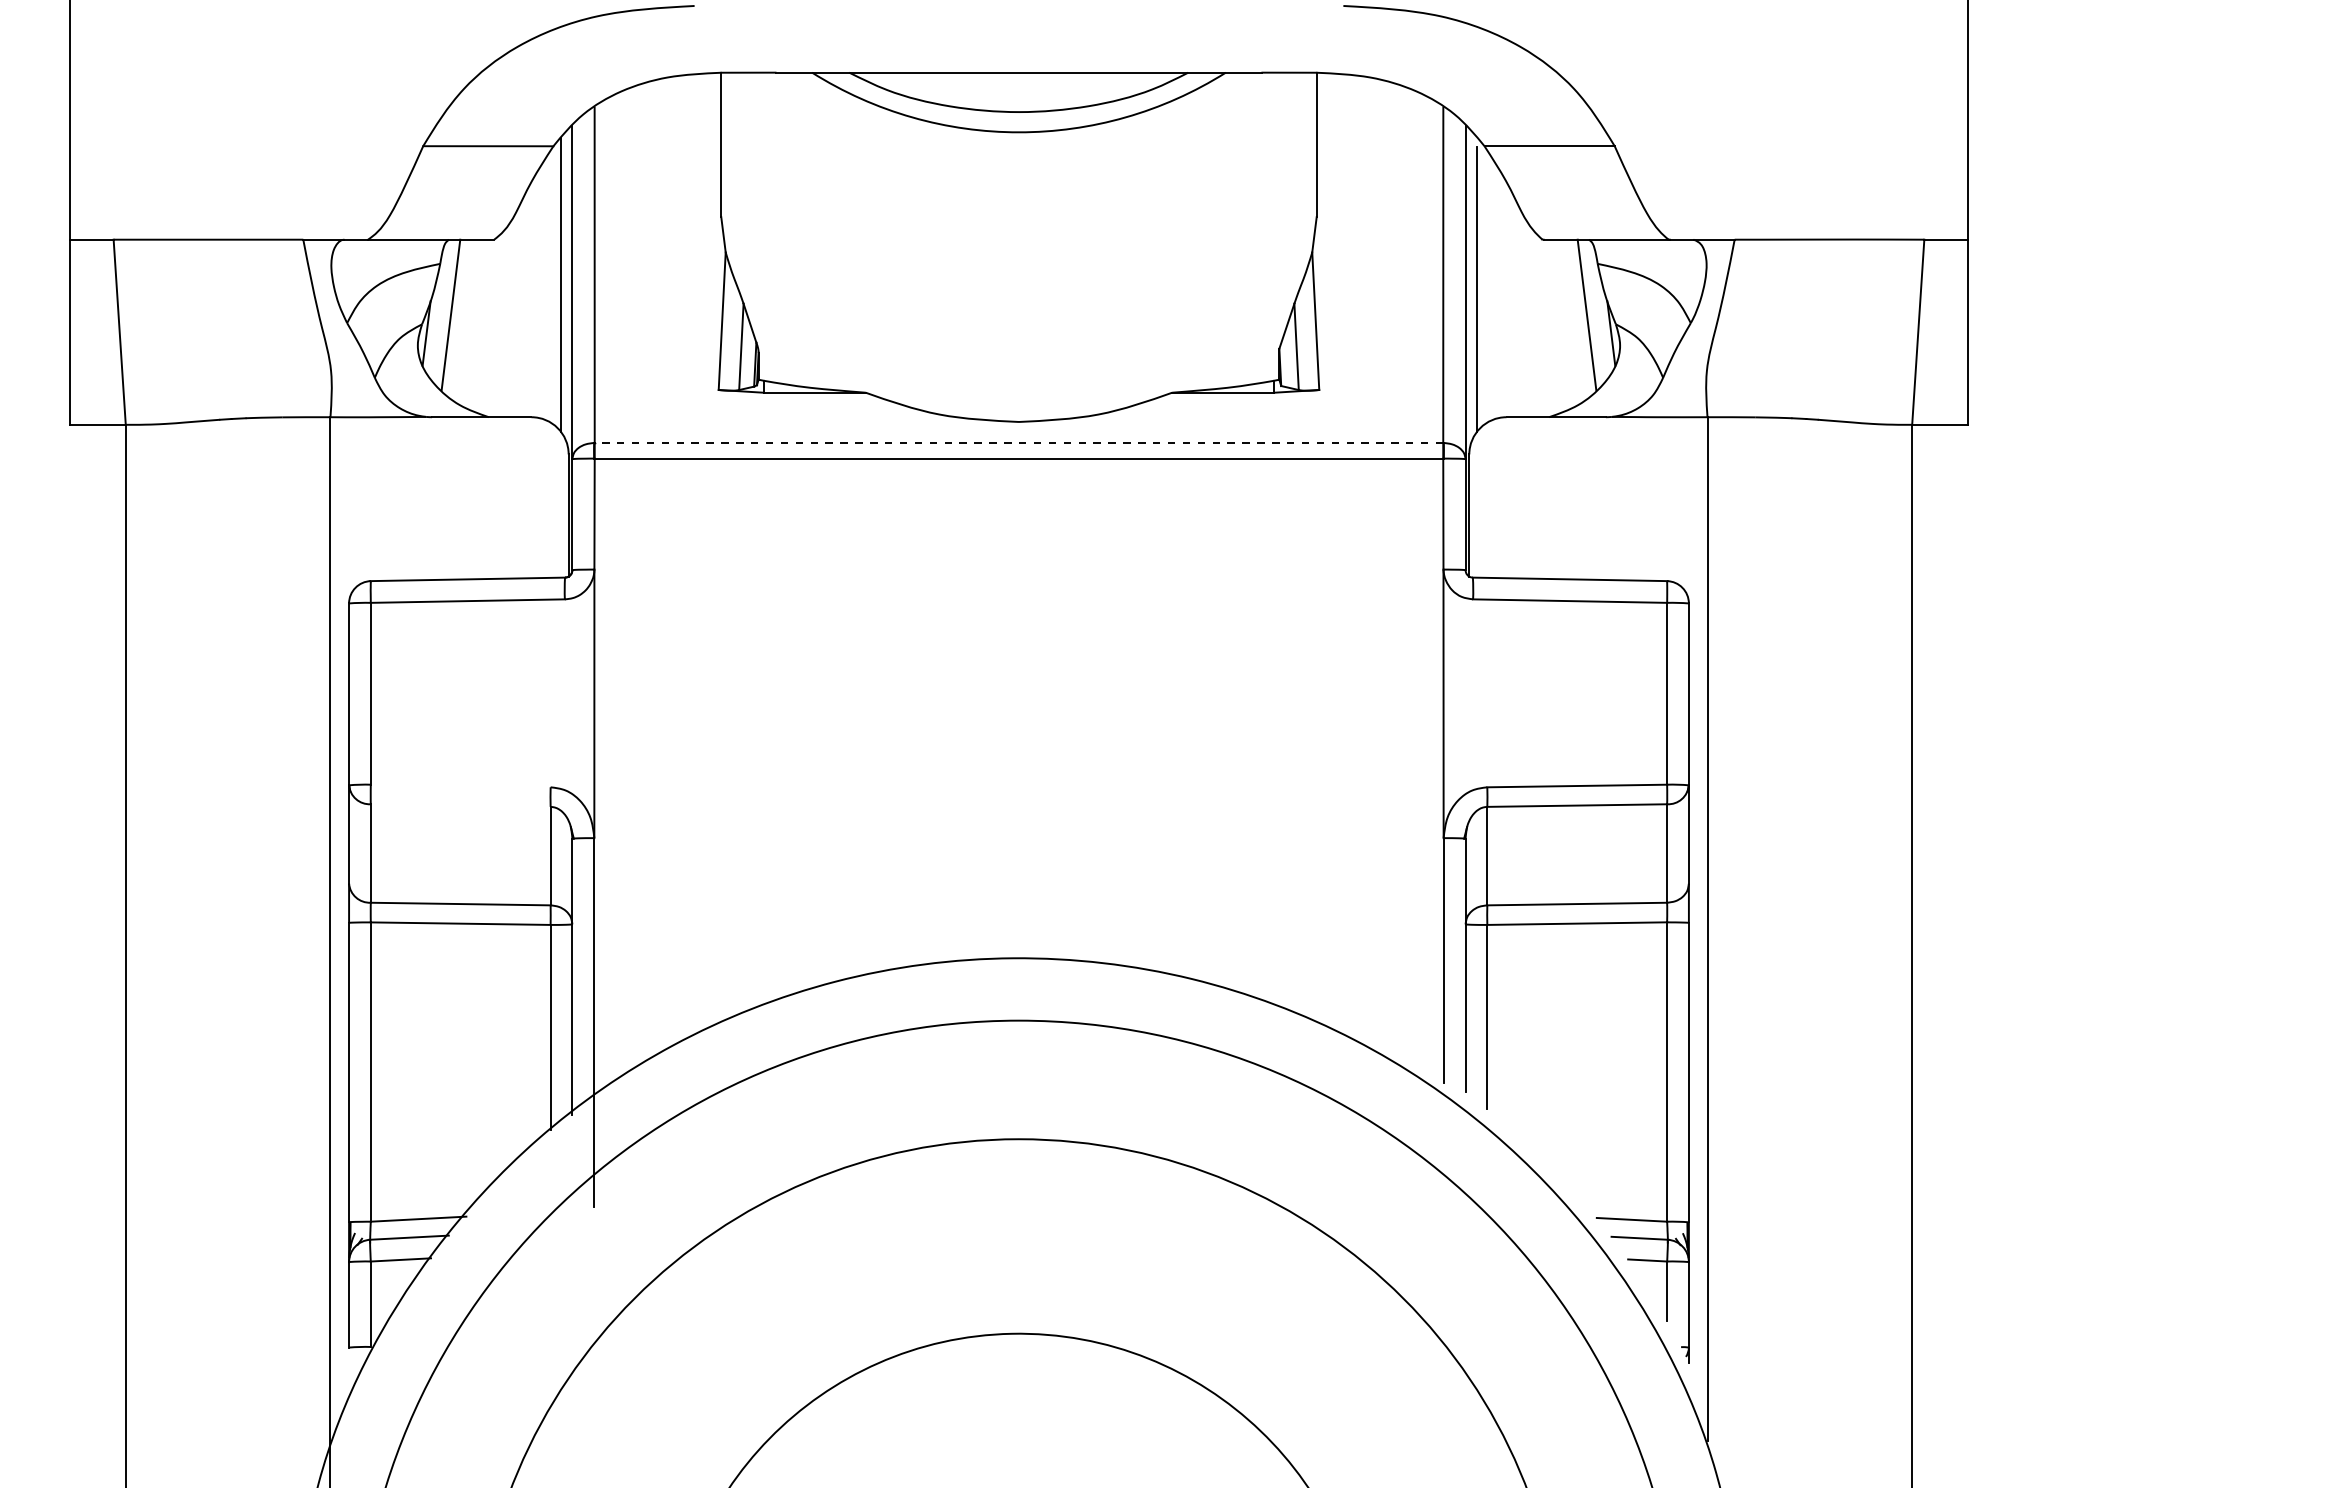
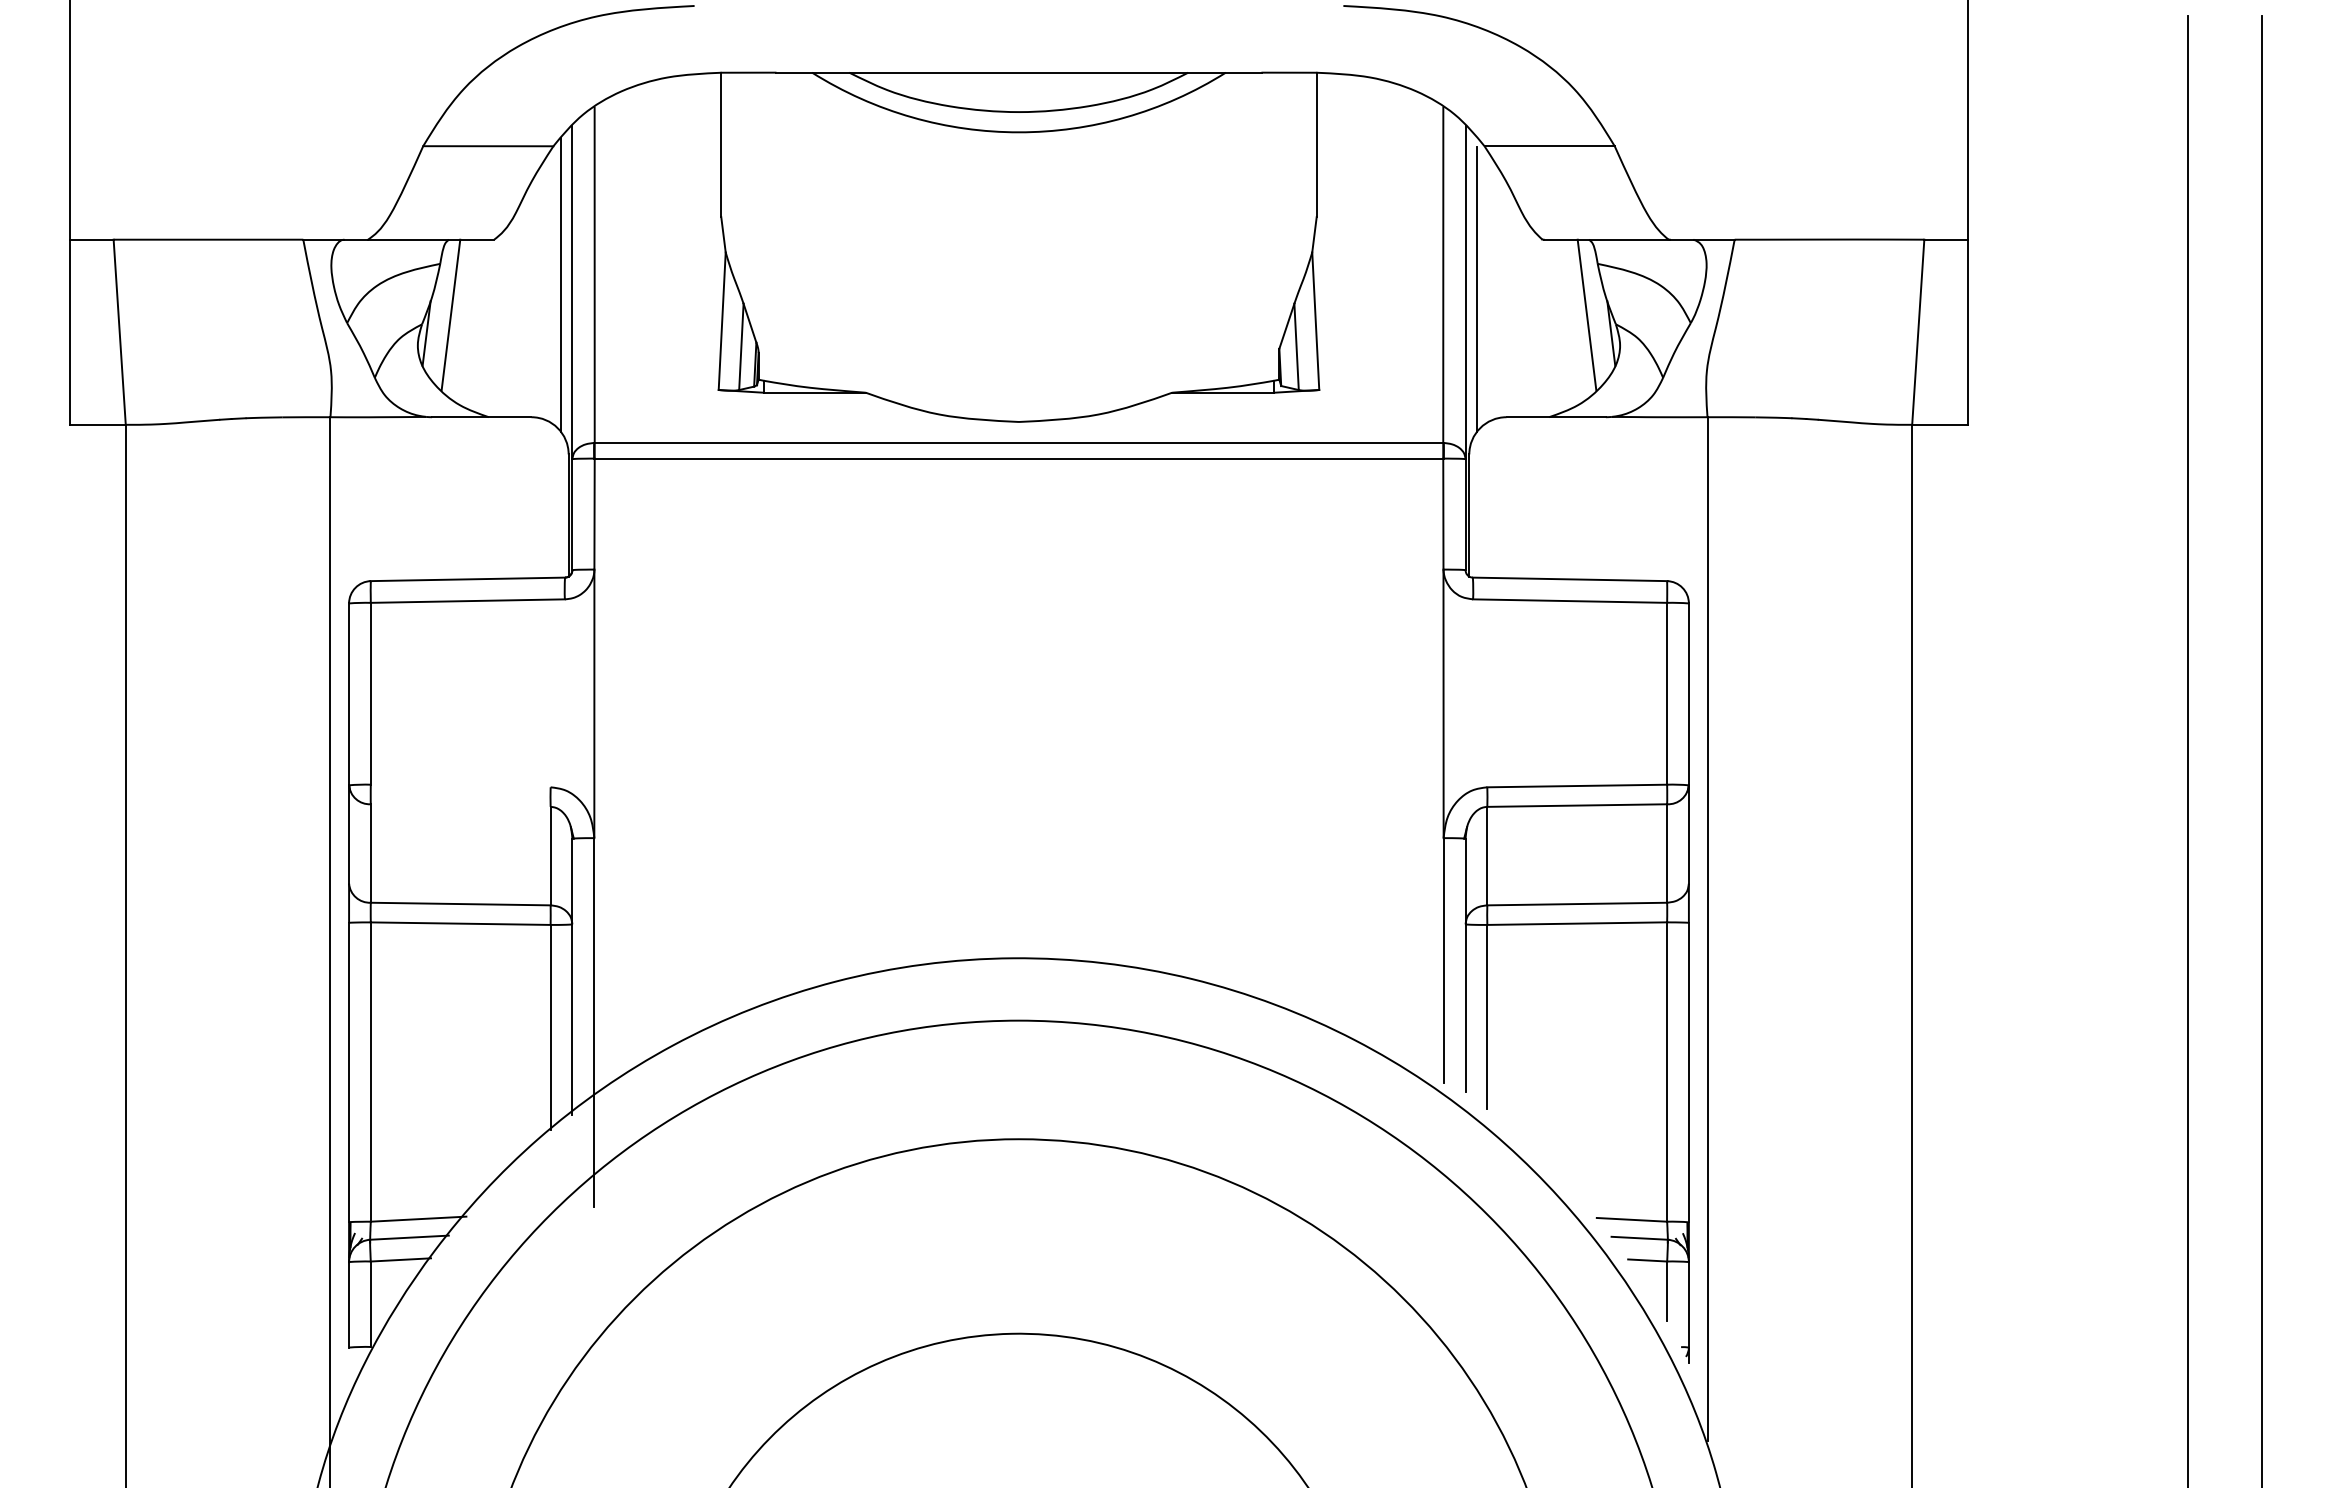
line at (1018, 442): dashed -> solid
line at (2187, 750): none -> present
line at (2262, 750): none -> present
